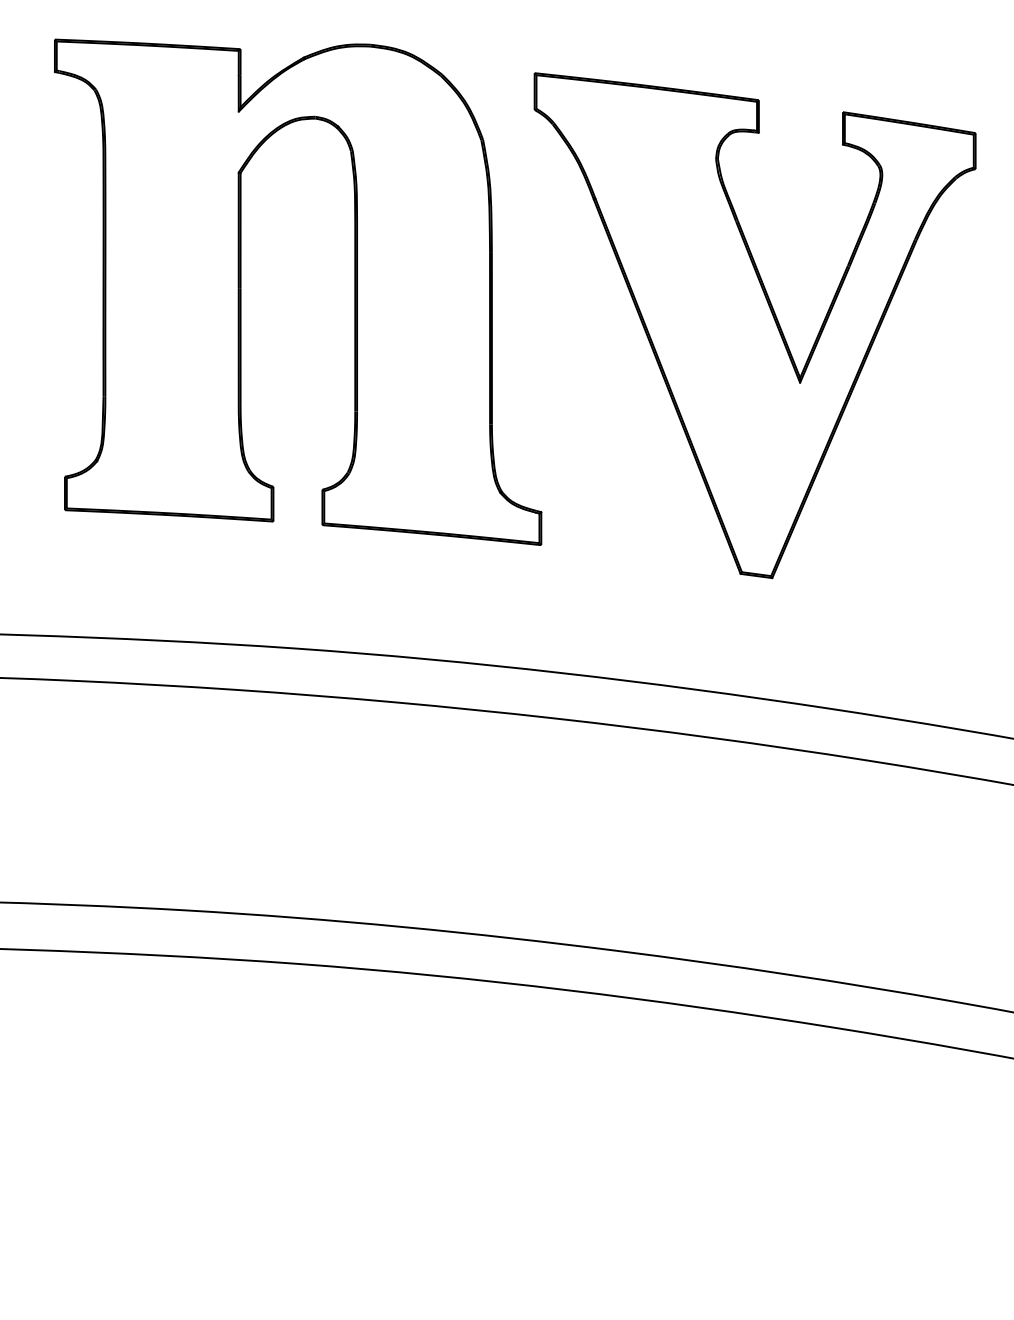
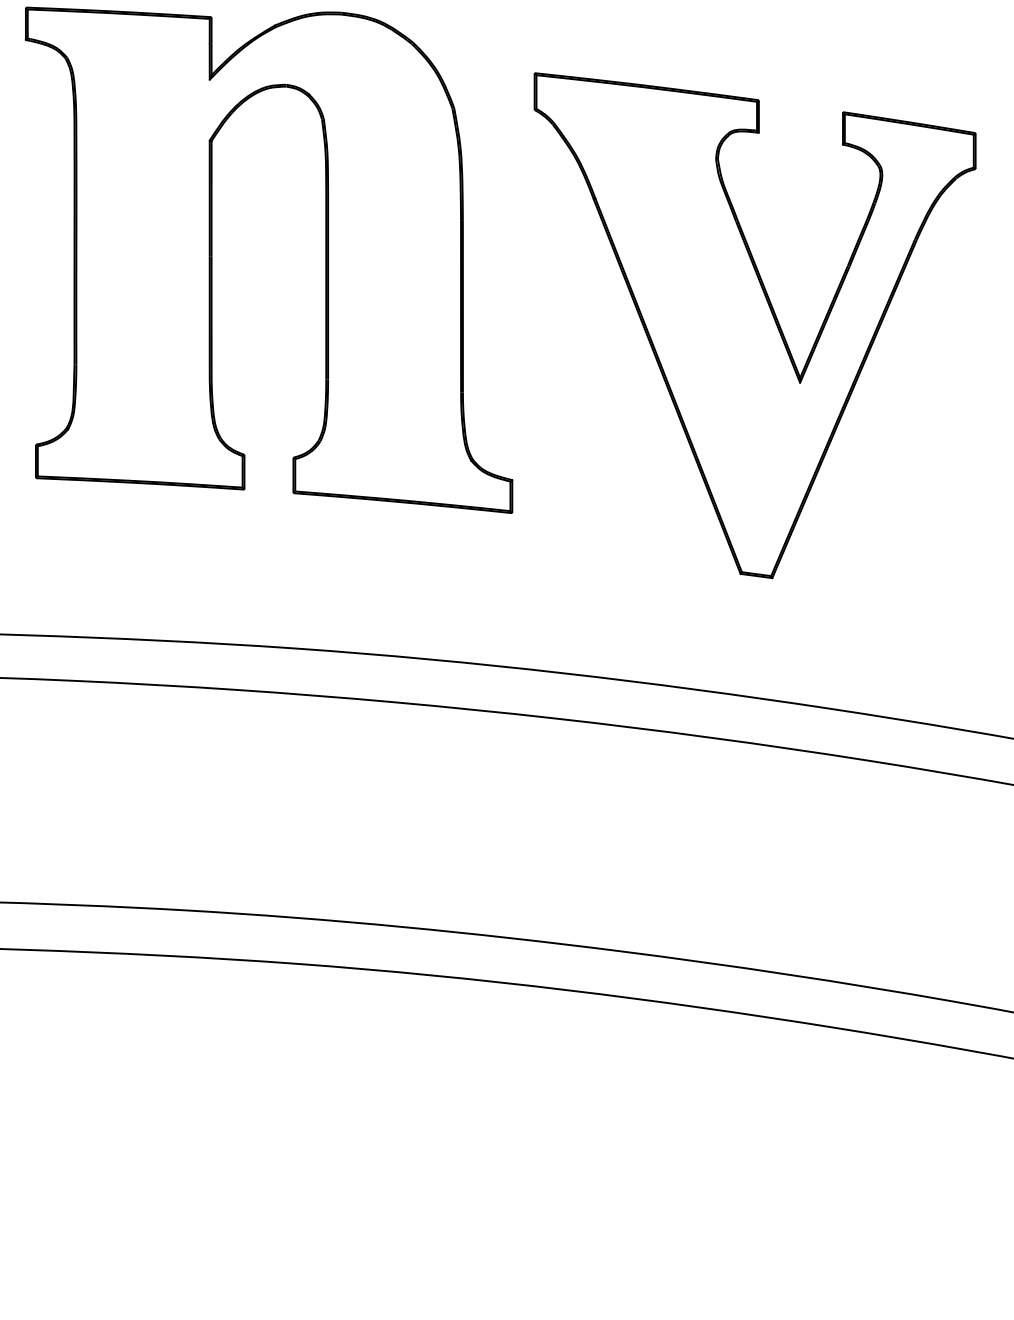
part at (241, 291) position: (241, 291) -> (212, 259)
